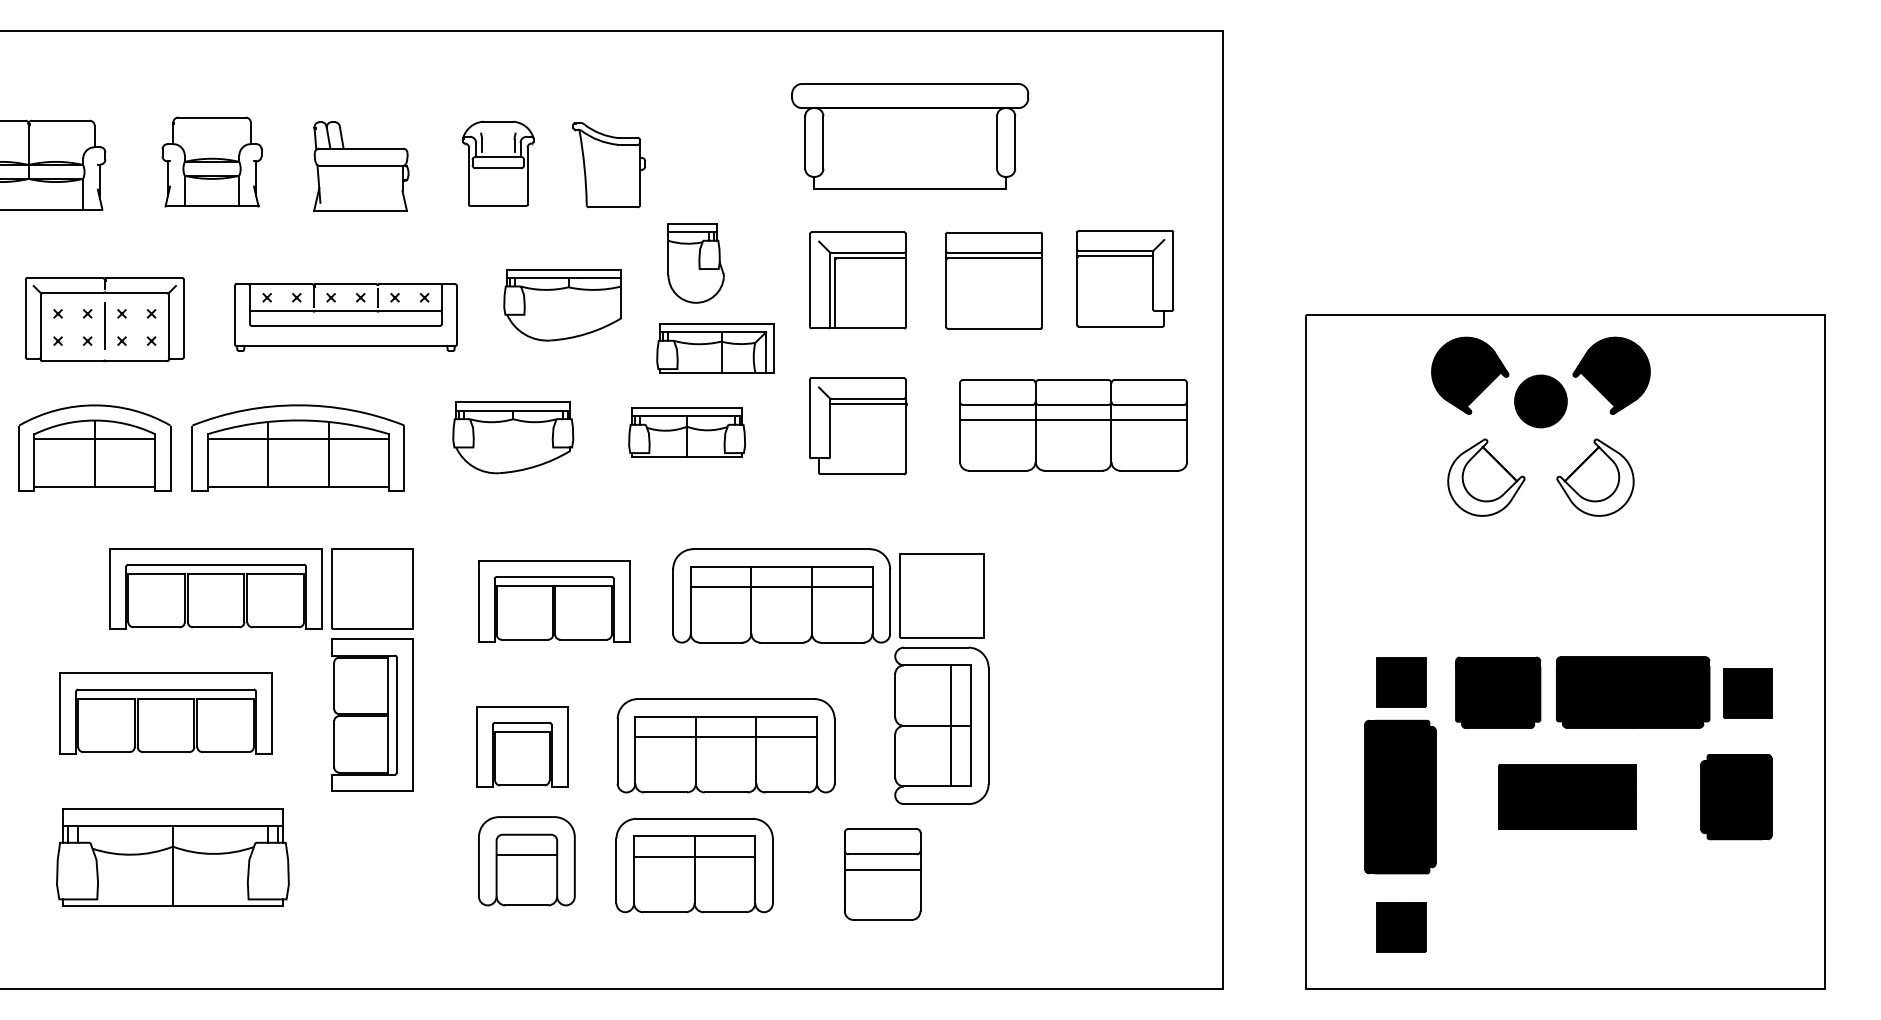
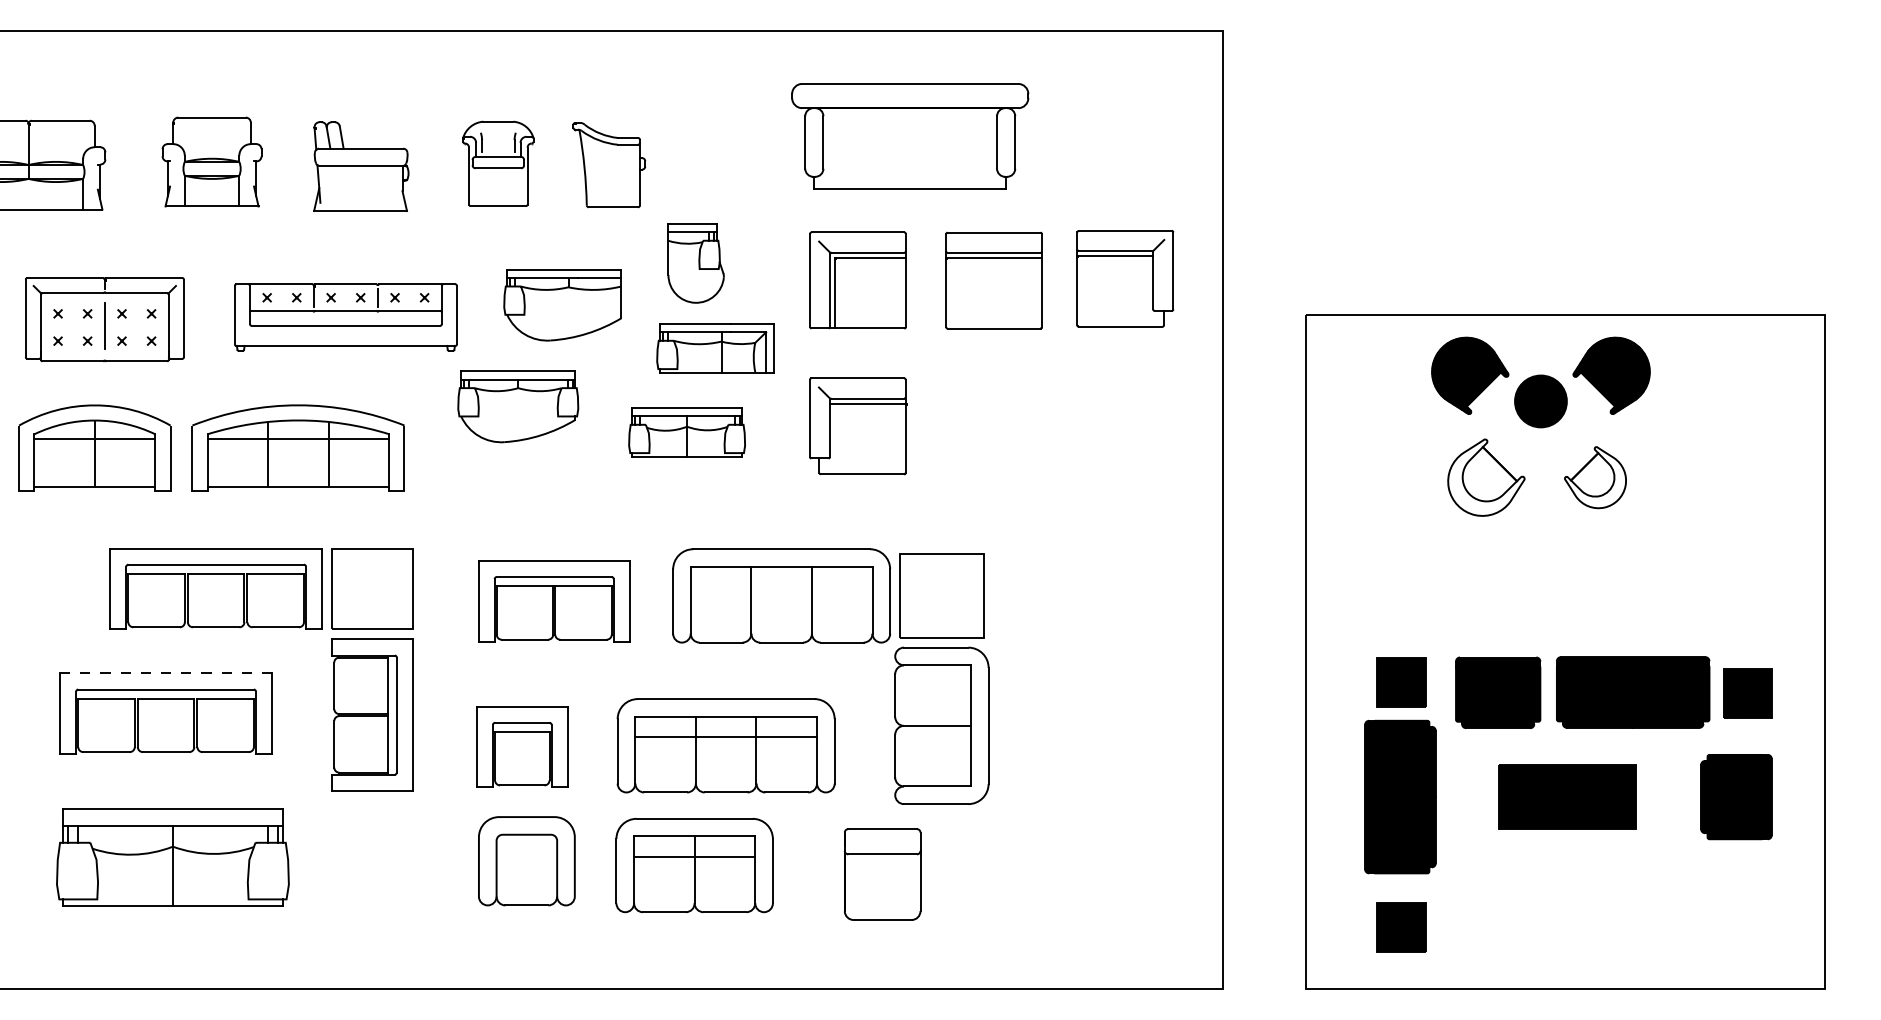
part at (1073, 425): present -> none
part at (513, 437) position: (513, 437) -> (518, 406)
part at (1595, 477) size: 79x79 px -> 63x64 px
line at (781, 587): present -> none
line at (166, 673): solid -> dashed
line at (950, 725): present -> none
line at (526, 854): present -> none
line at (882, 869): present -> none
